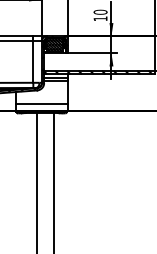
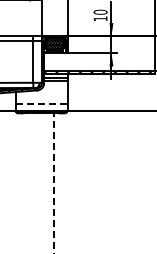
line at (42, 103): solid -> dashed
line at (36, 181): present -> none
line at (54, 183): solid -> dashed
